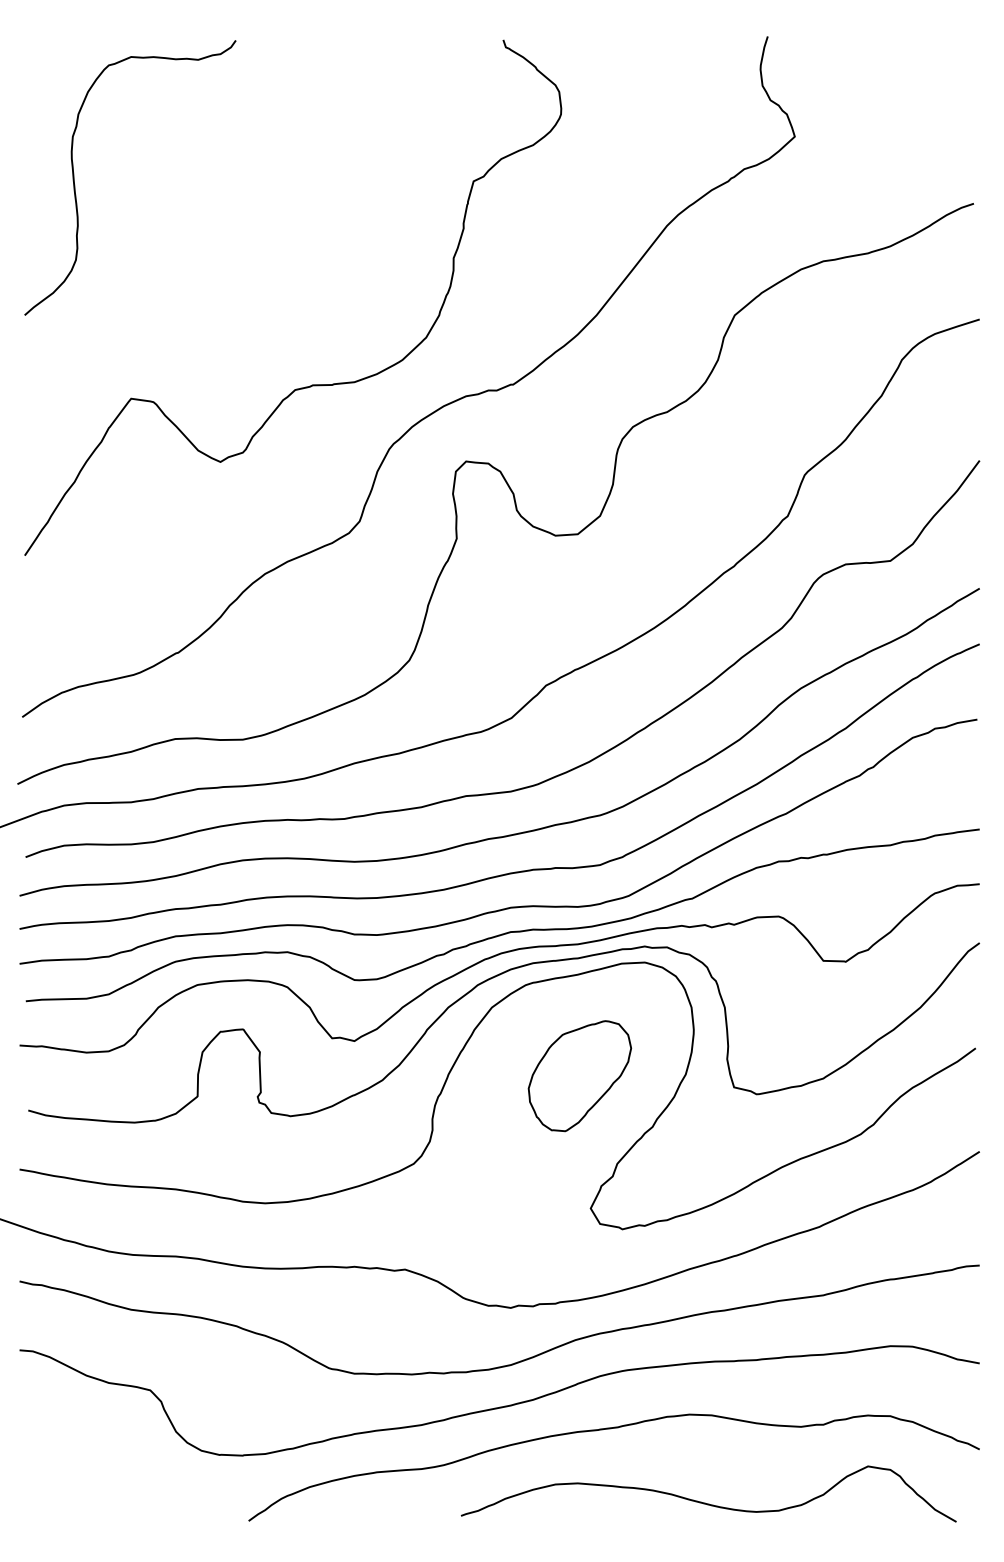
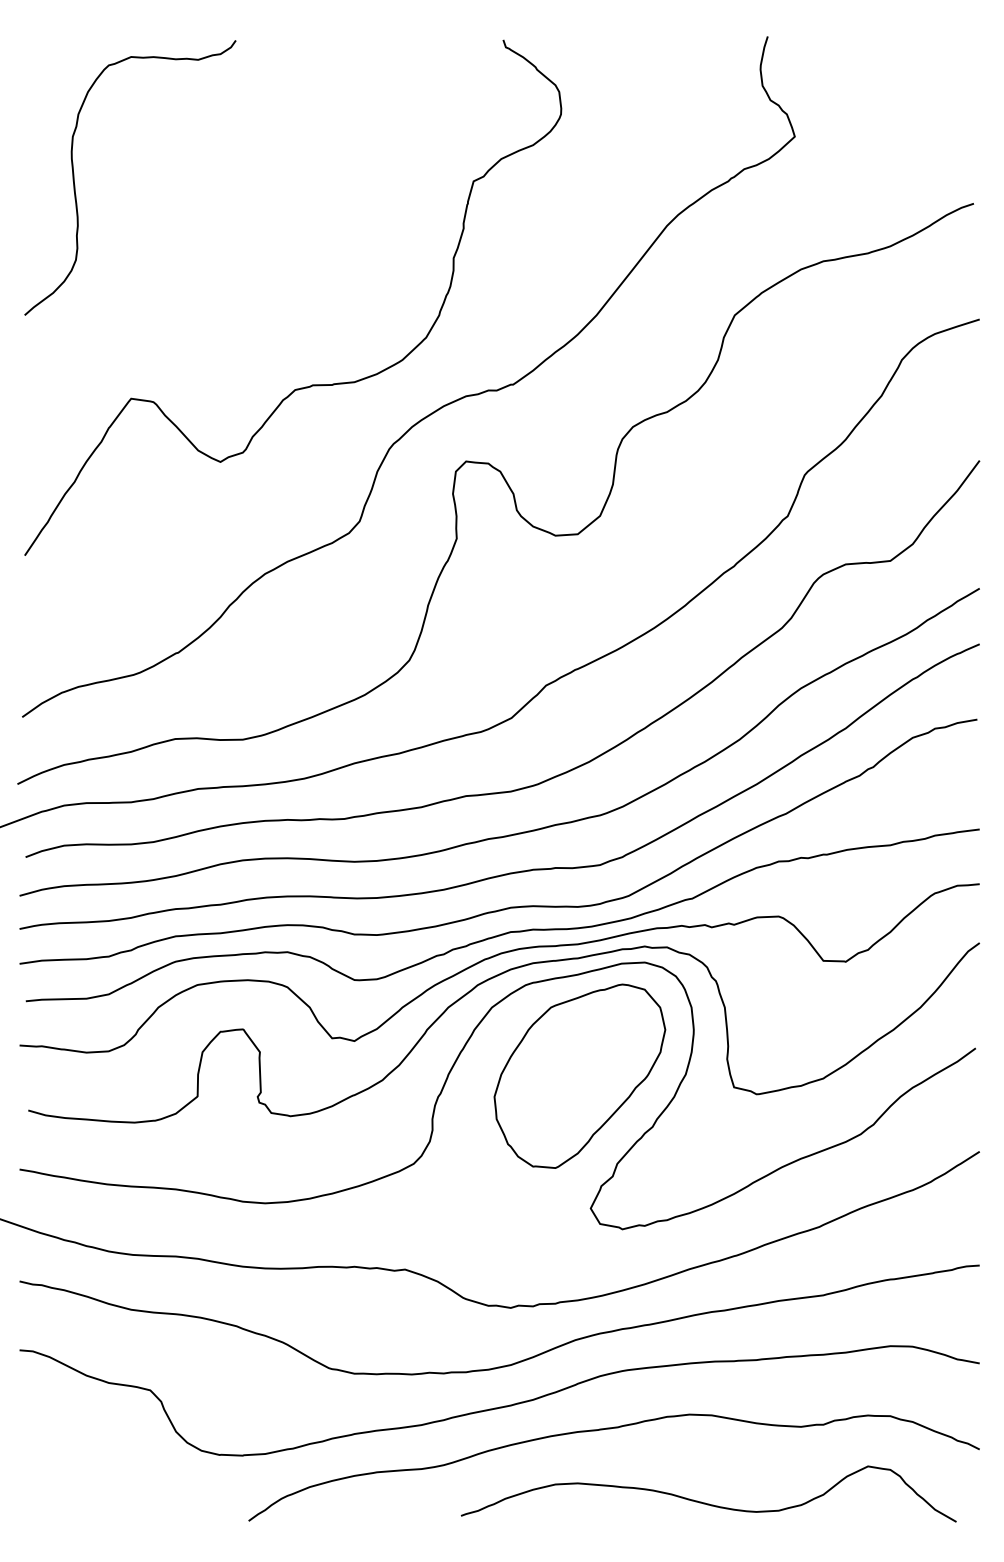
part at (579, 1076) size: 106x113 px -> 174x186 px
